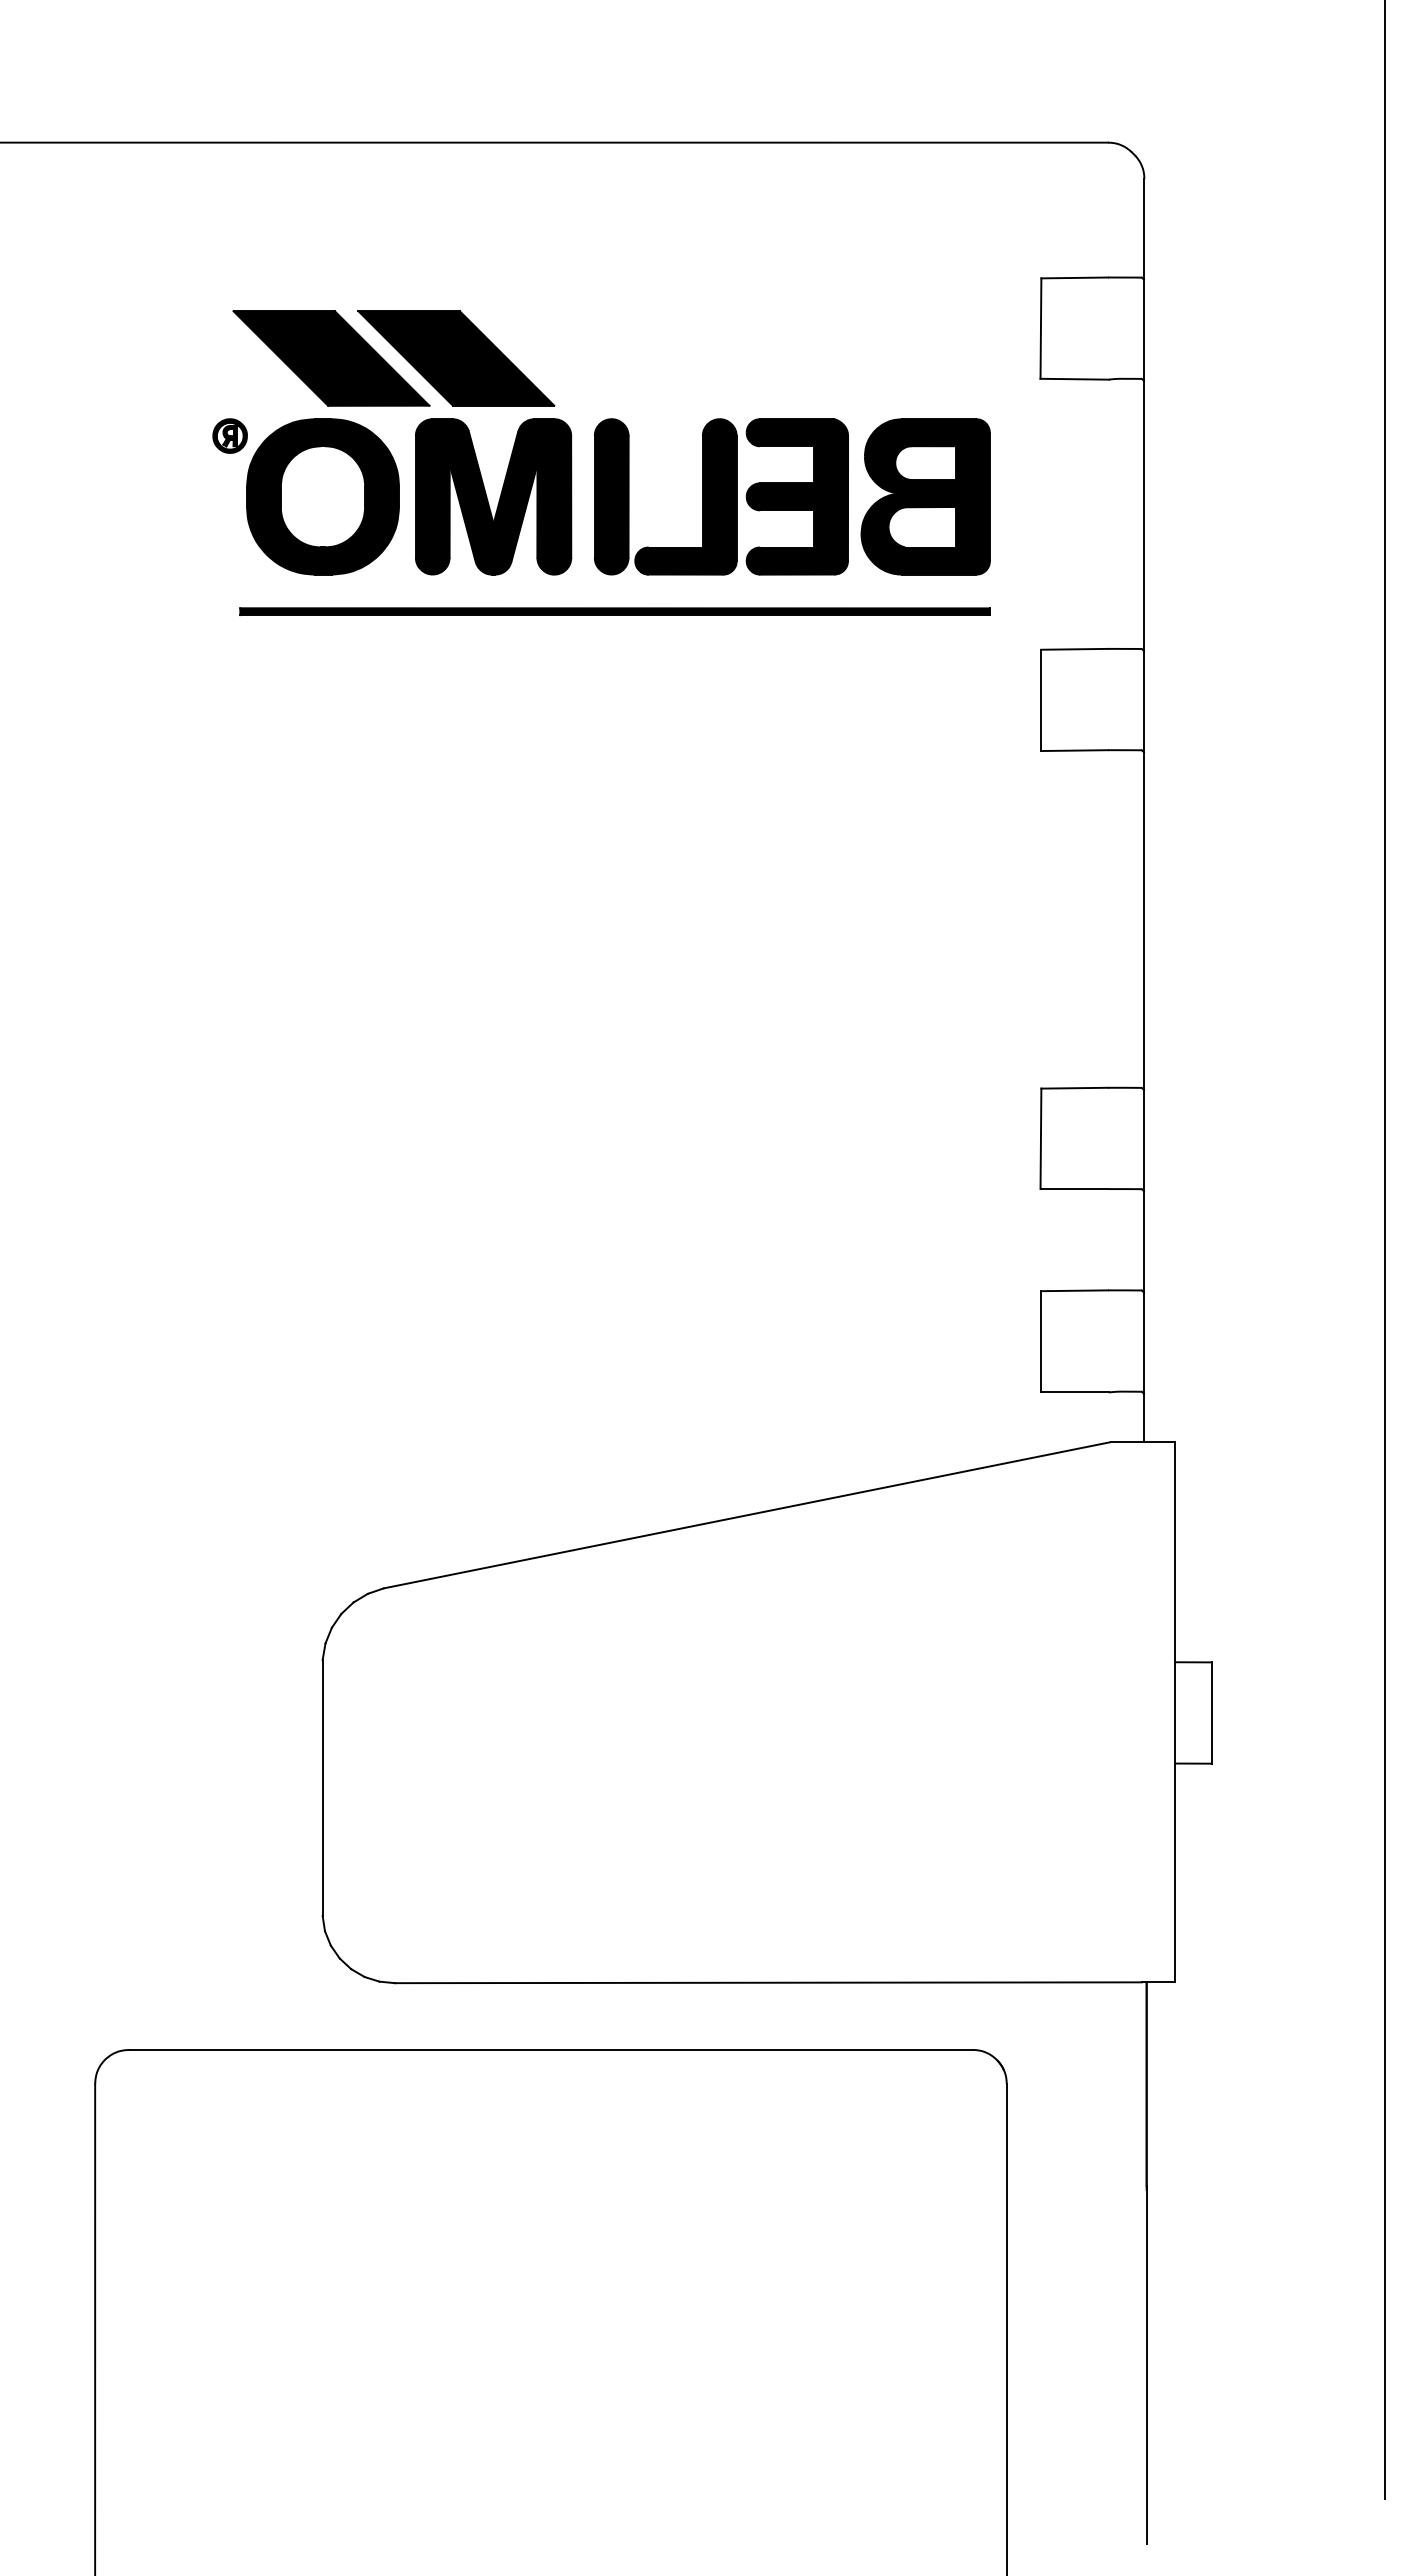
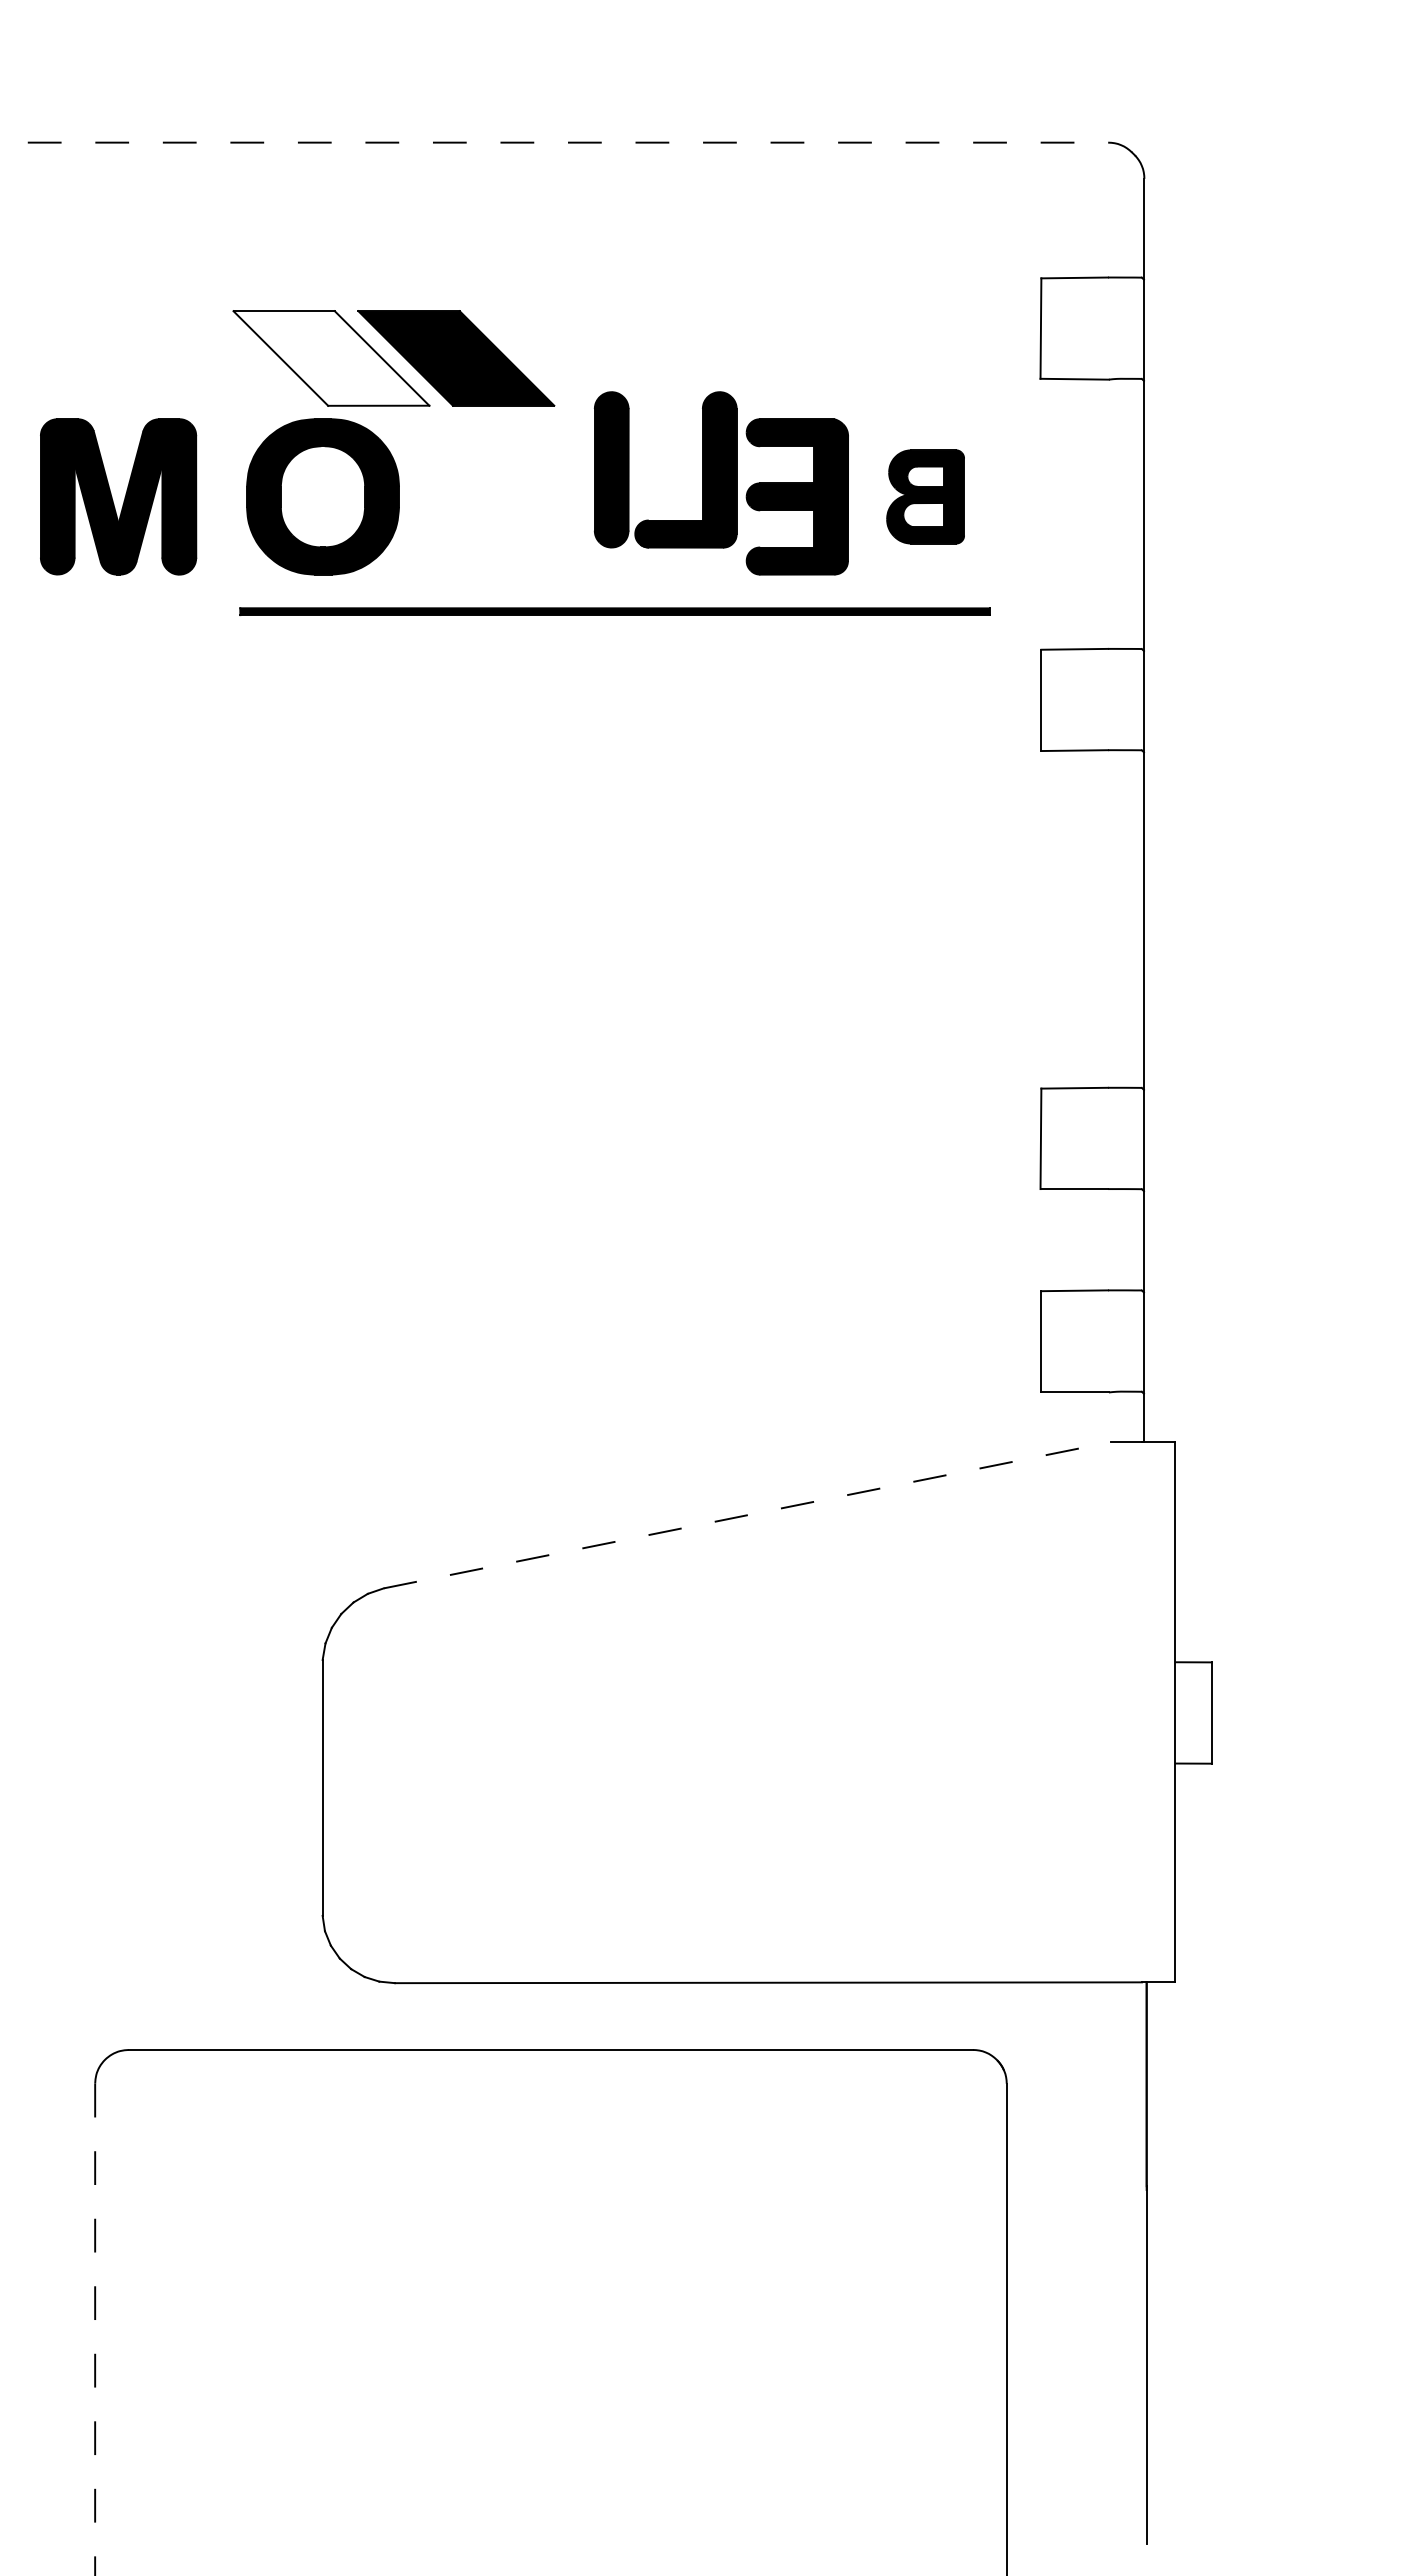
line at (554, 142): solid -> dashed
hatch at (331, 358): present -> none
part at (229, 435): present -> none
part at (493, 496) position: (493, 496) -> (118, 496)
part at (629, 496) position: (629, 496) -> (629, 469)
part at (925, 496) size: 131x158 px -> 79x96 px
line at (1385, 1250): present -> none
line at (747, 1515): solid -> dashed
line at (95, 2329): solid -> dashed
